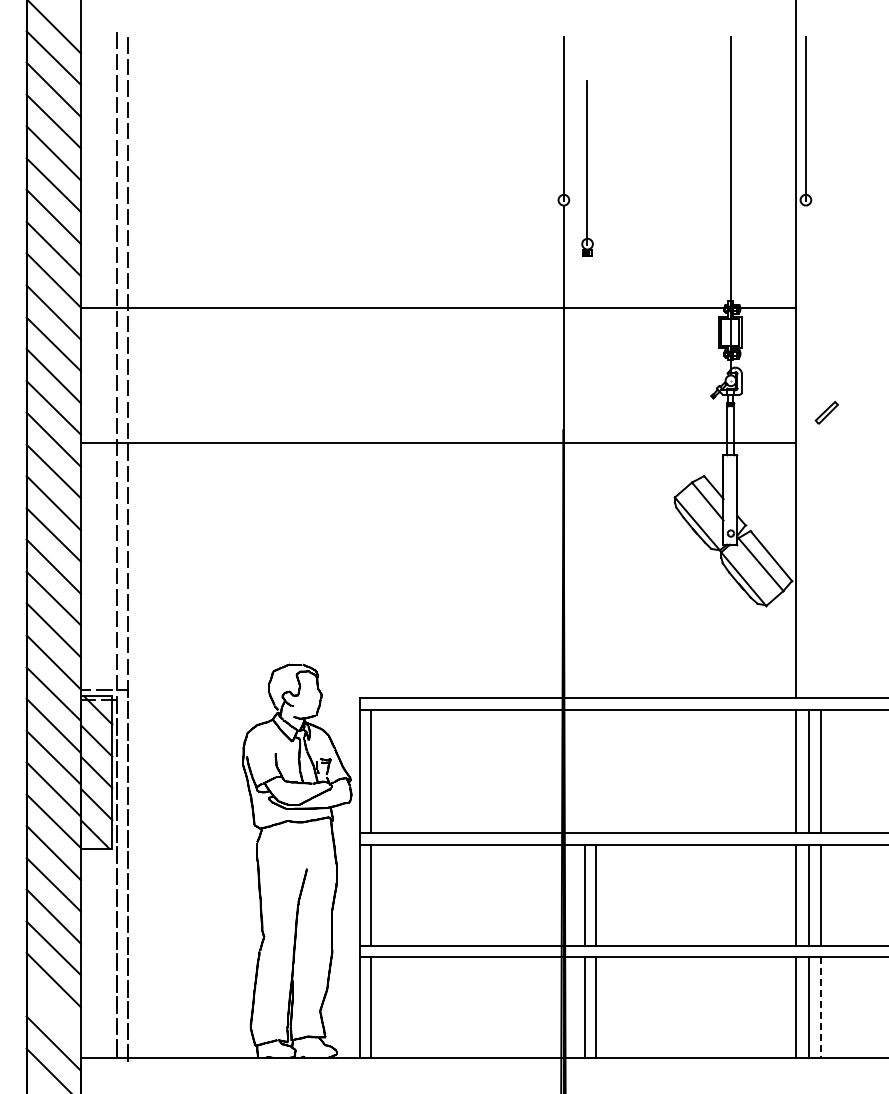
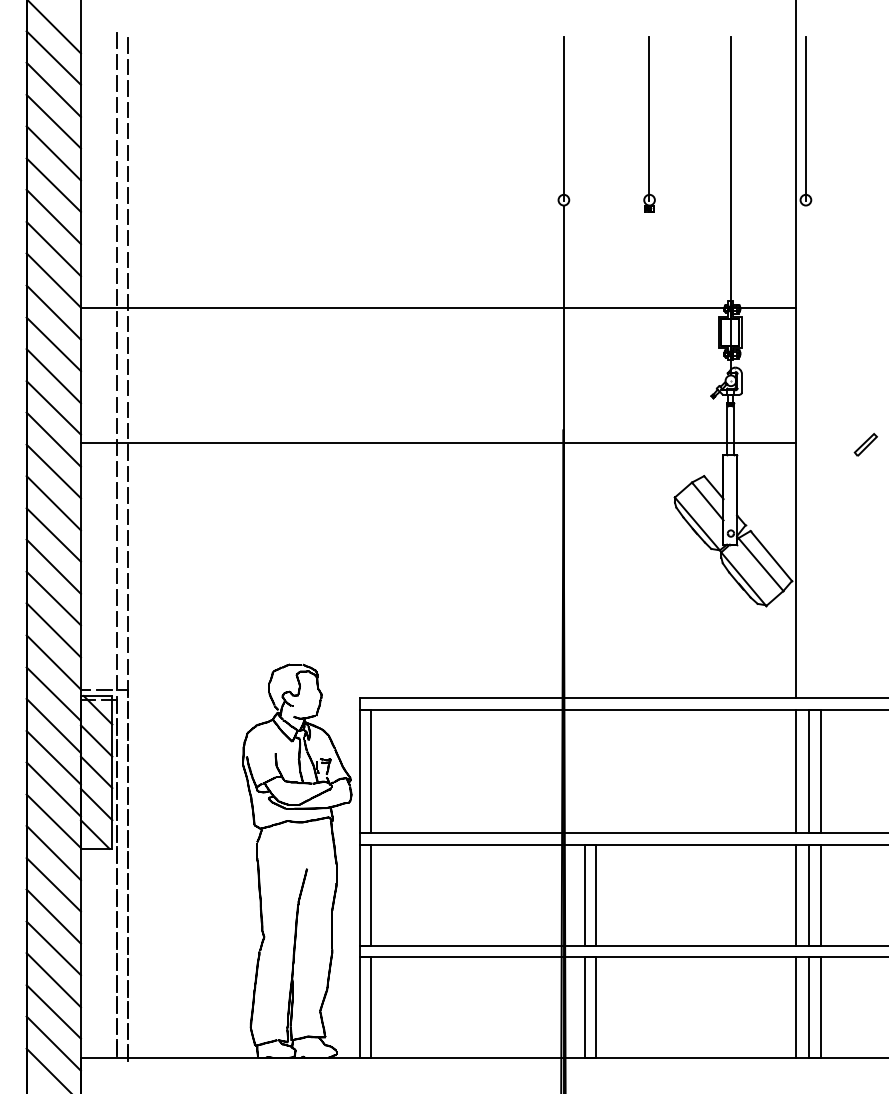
part at (587, 168) position: (587, 168) -> (649, 124)
part at (826, 412) position: (826, 412) -> (865, 444)
line at (820, 1007): dashed -> solid
line at (53, 1011): none -> present
